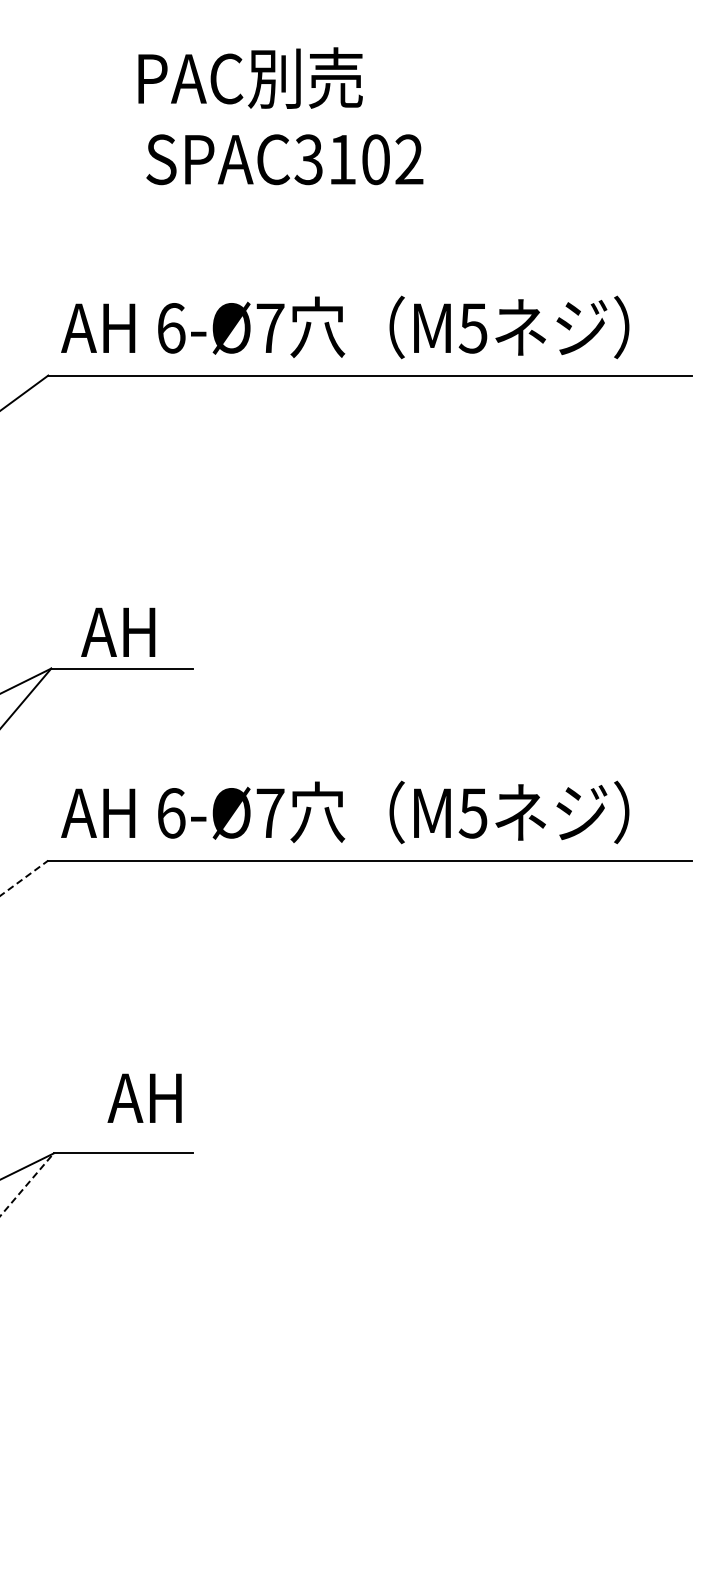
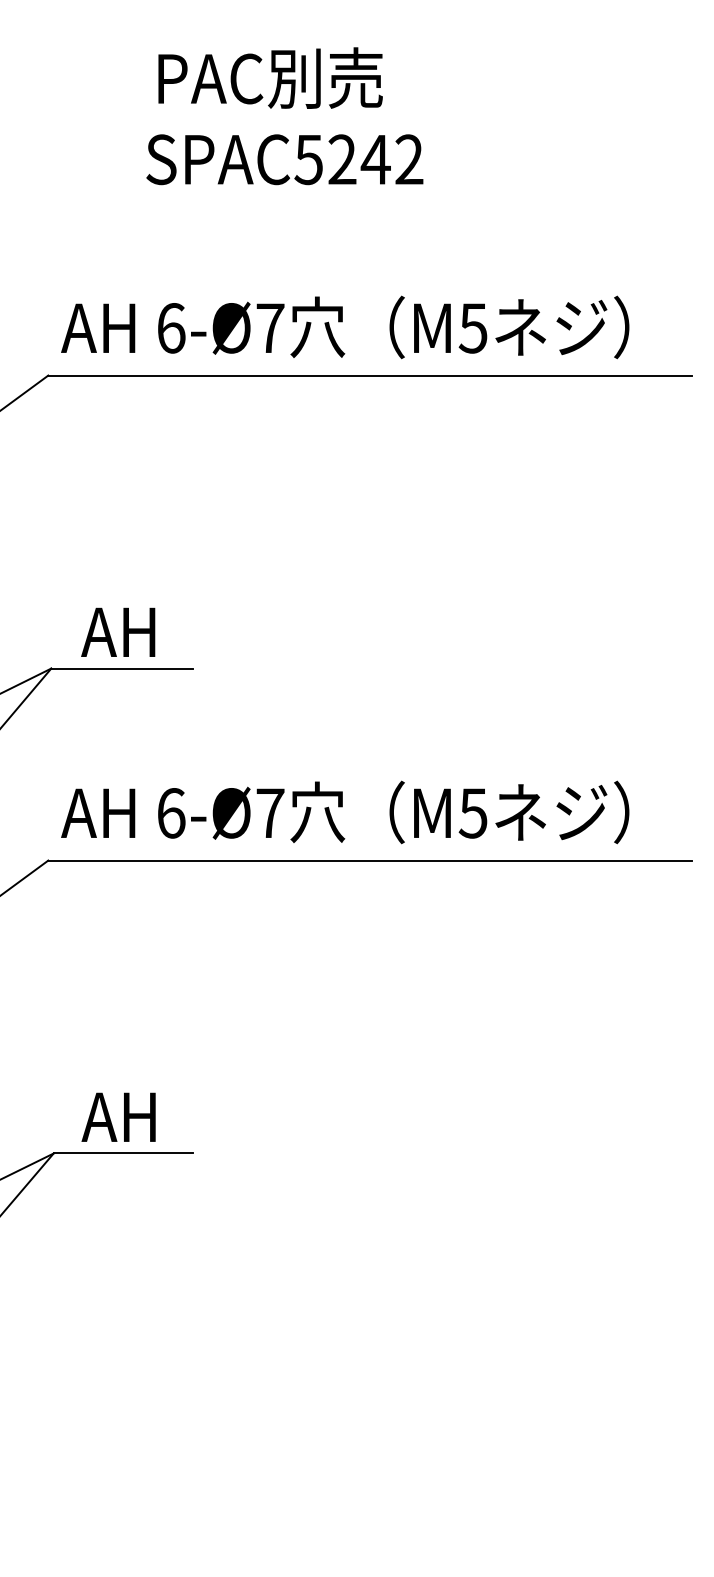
text at (250, 77) position: (250, 77) -> (270, 77)
text at (342, 159): SPAC3102 -> SPAC5242
line at (24, 878): dashed -> solid
text at (144, 1097) position: (144, 1097) -> (118, 1116)
line at (27, 1184): dashed -> solid
